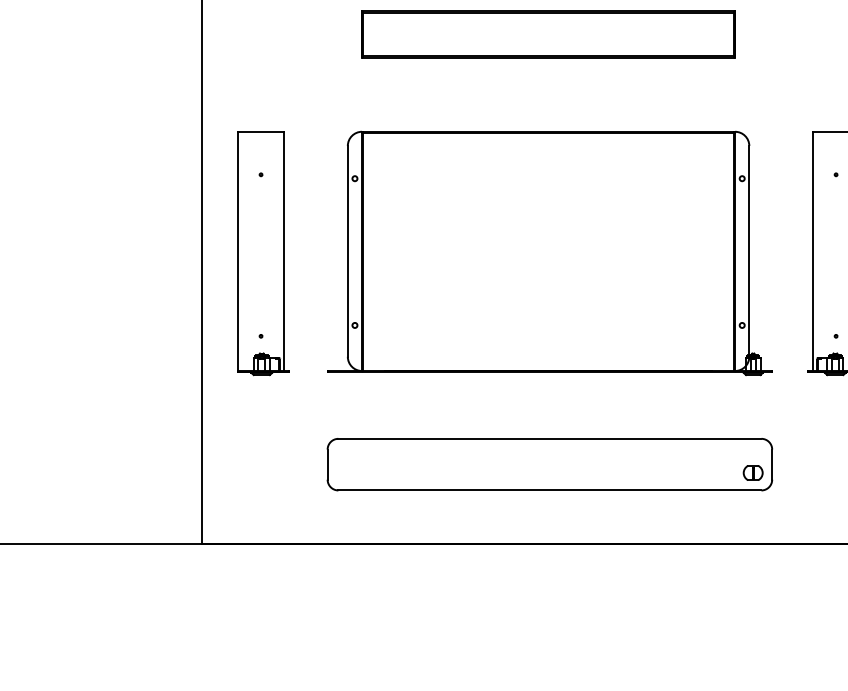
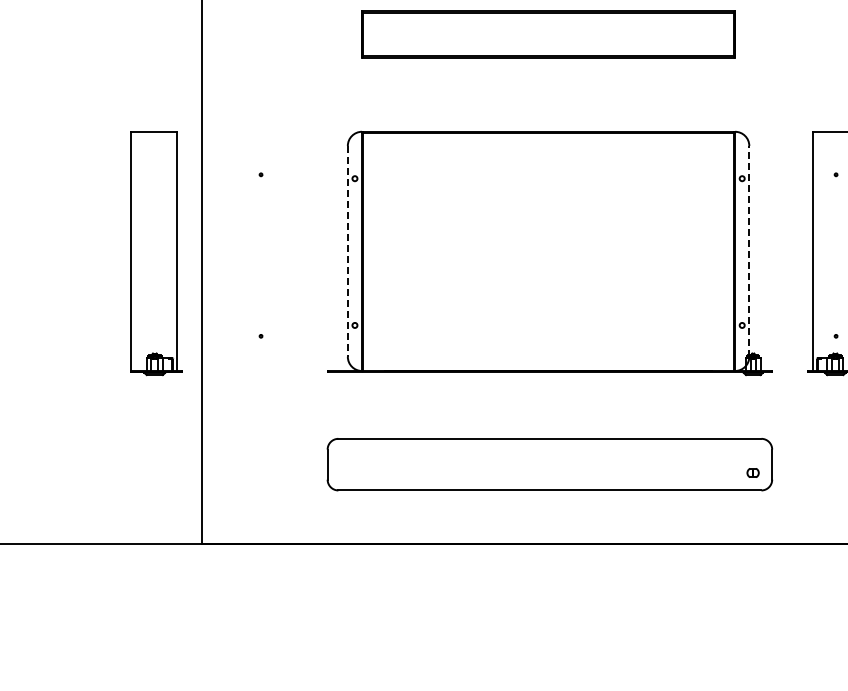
line at (749, 250): solid -> dashed
line at (347, 251): solid -> dashed
part at (263, 253) position: (263, 253) -> (156, 253)
part at (752, 472) size: 22x16 px -> 14x10 px
